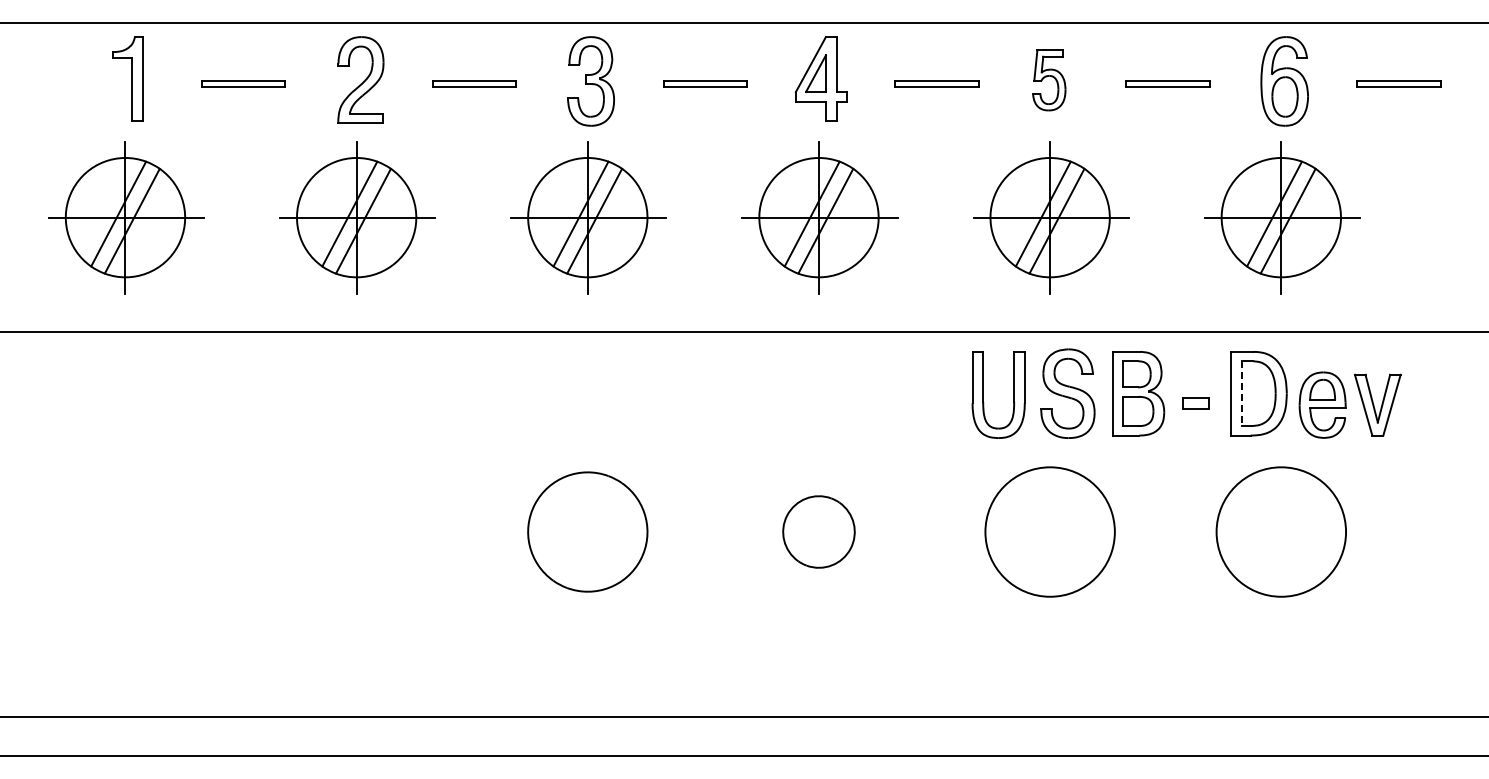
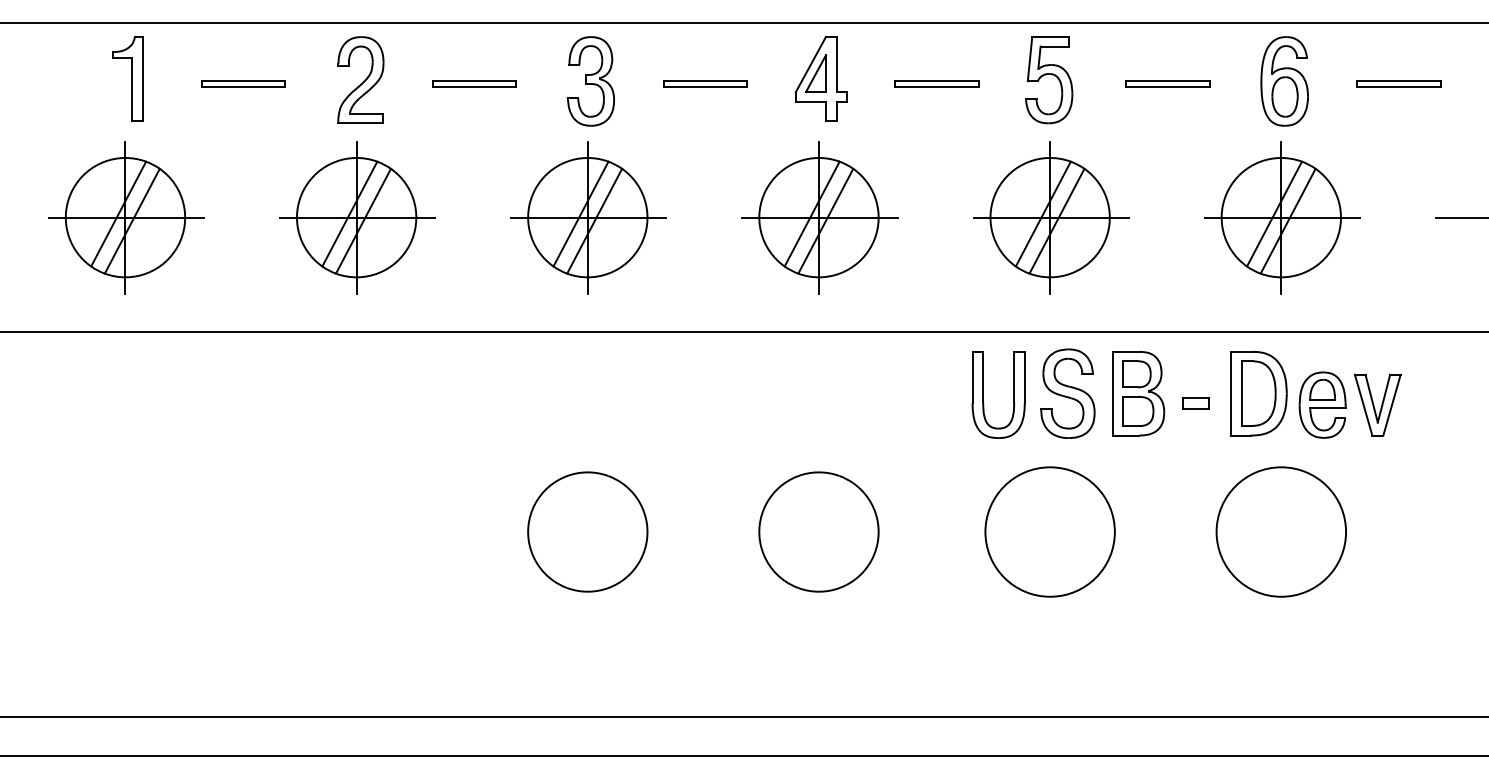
part at (1049, 80) size: 35x63 px -> 49x89 px
line at (1460, 217): none -> present
line at (1241, 394): dashed -> solid
part at (818, 531) size: 74x74 px -> 122x122 px
